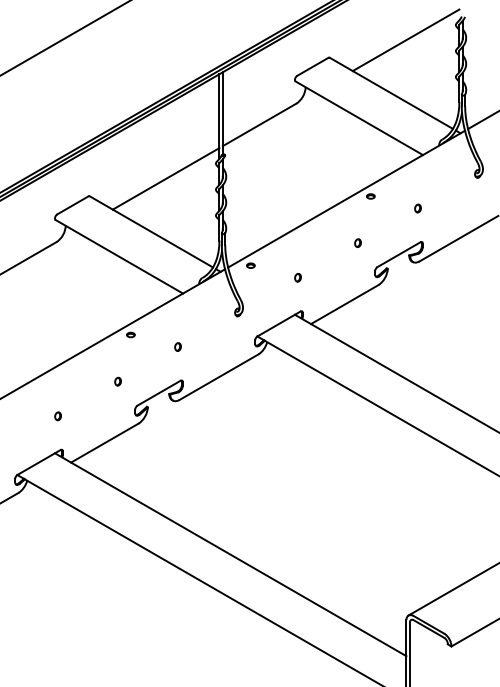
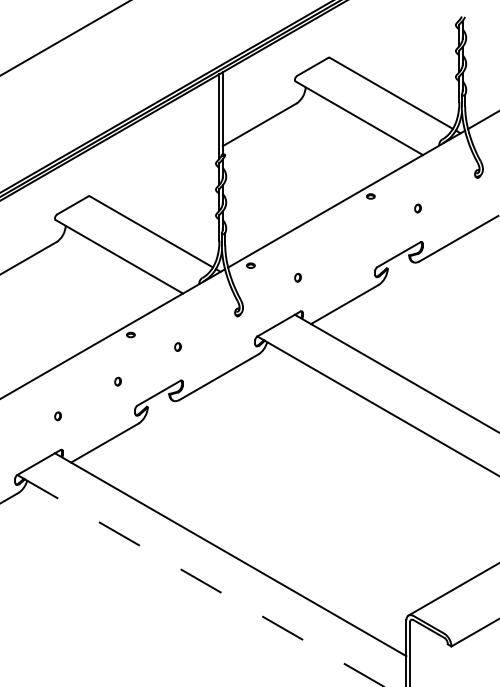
line at (405, 40): present -> none
line at (165, 178): present -> none
part at (357, 242): present -> none
line at (200, 580): solid -> dashed
